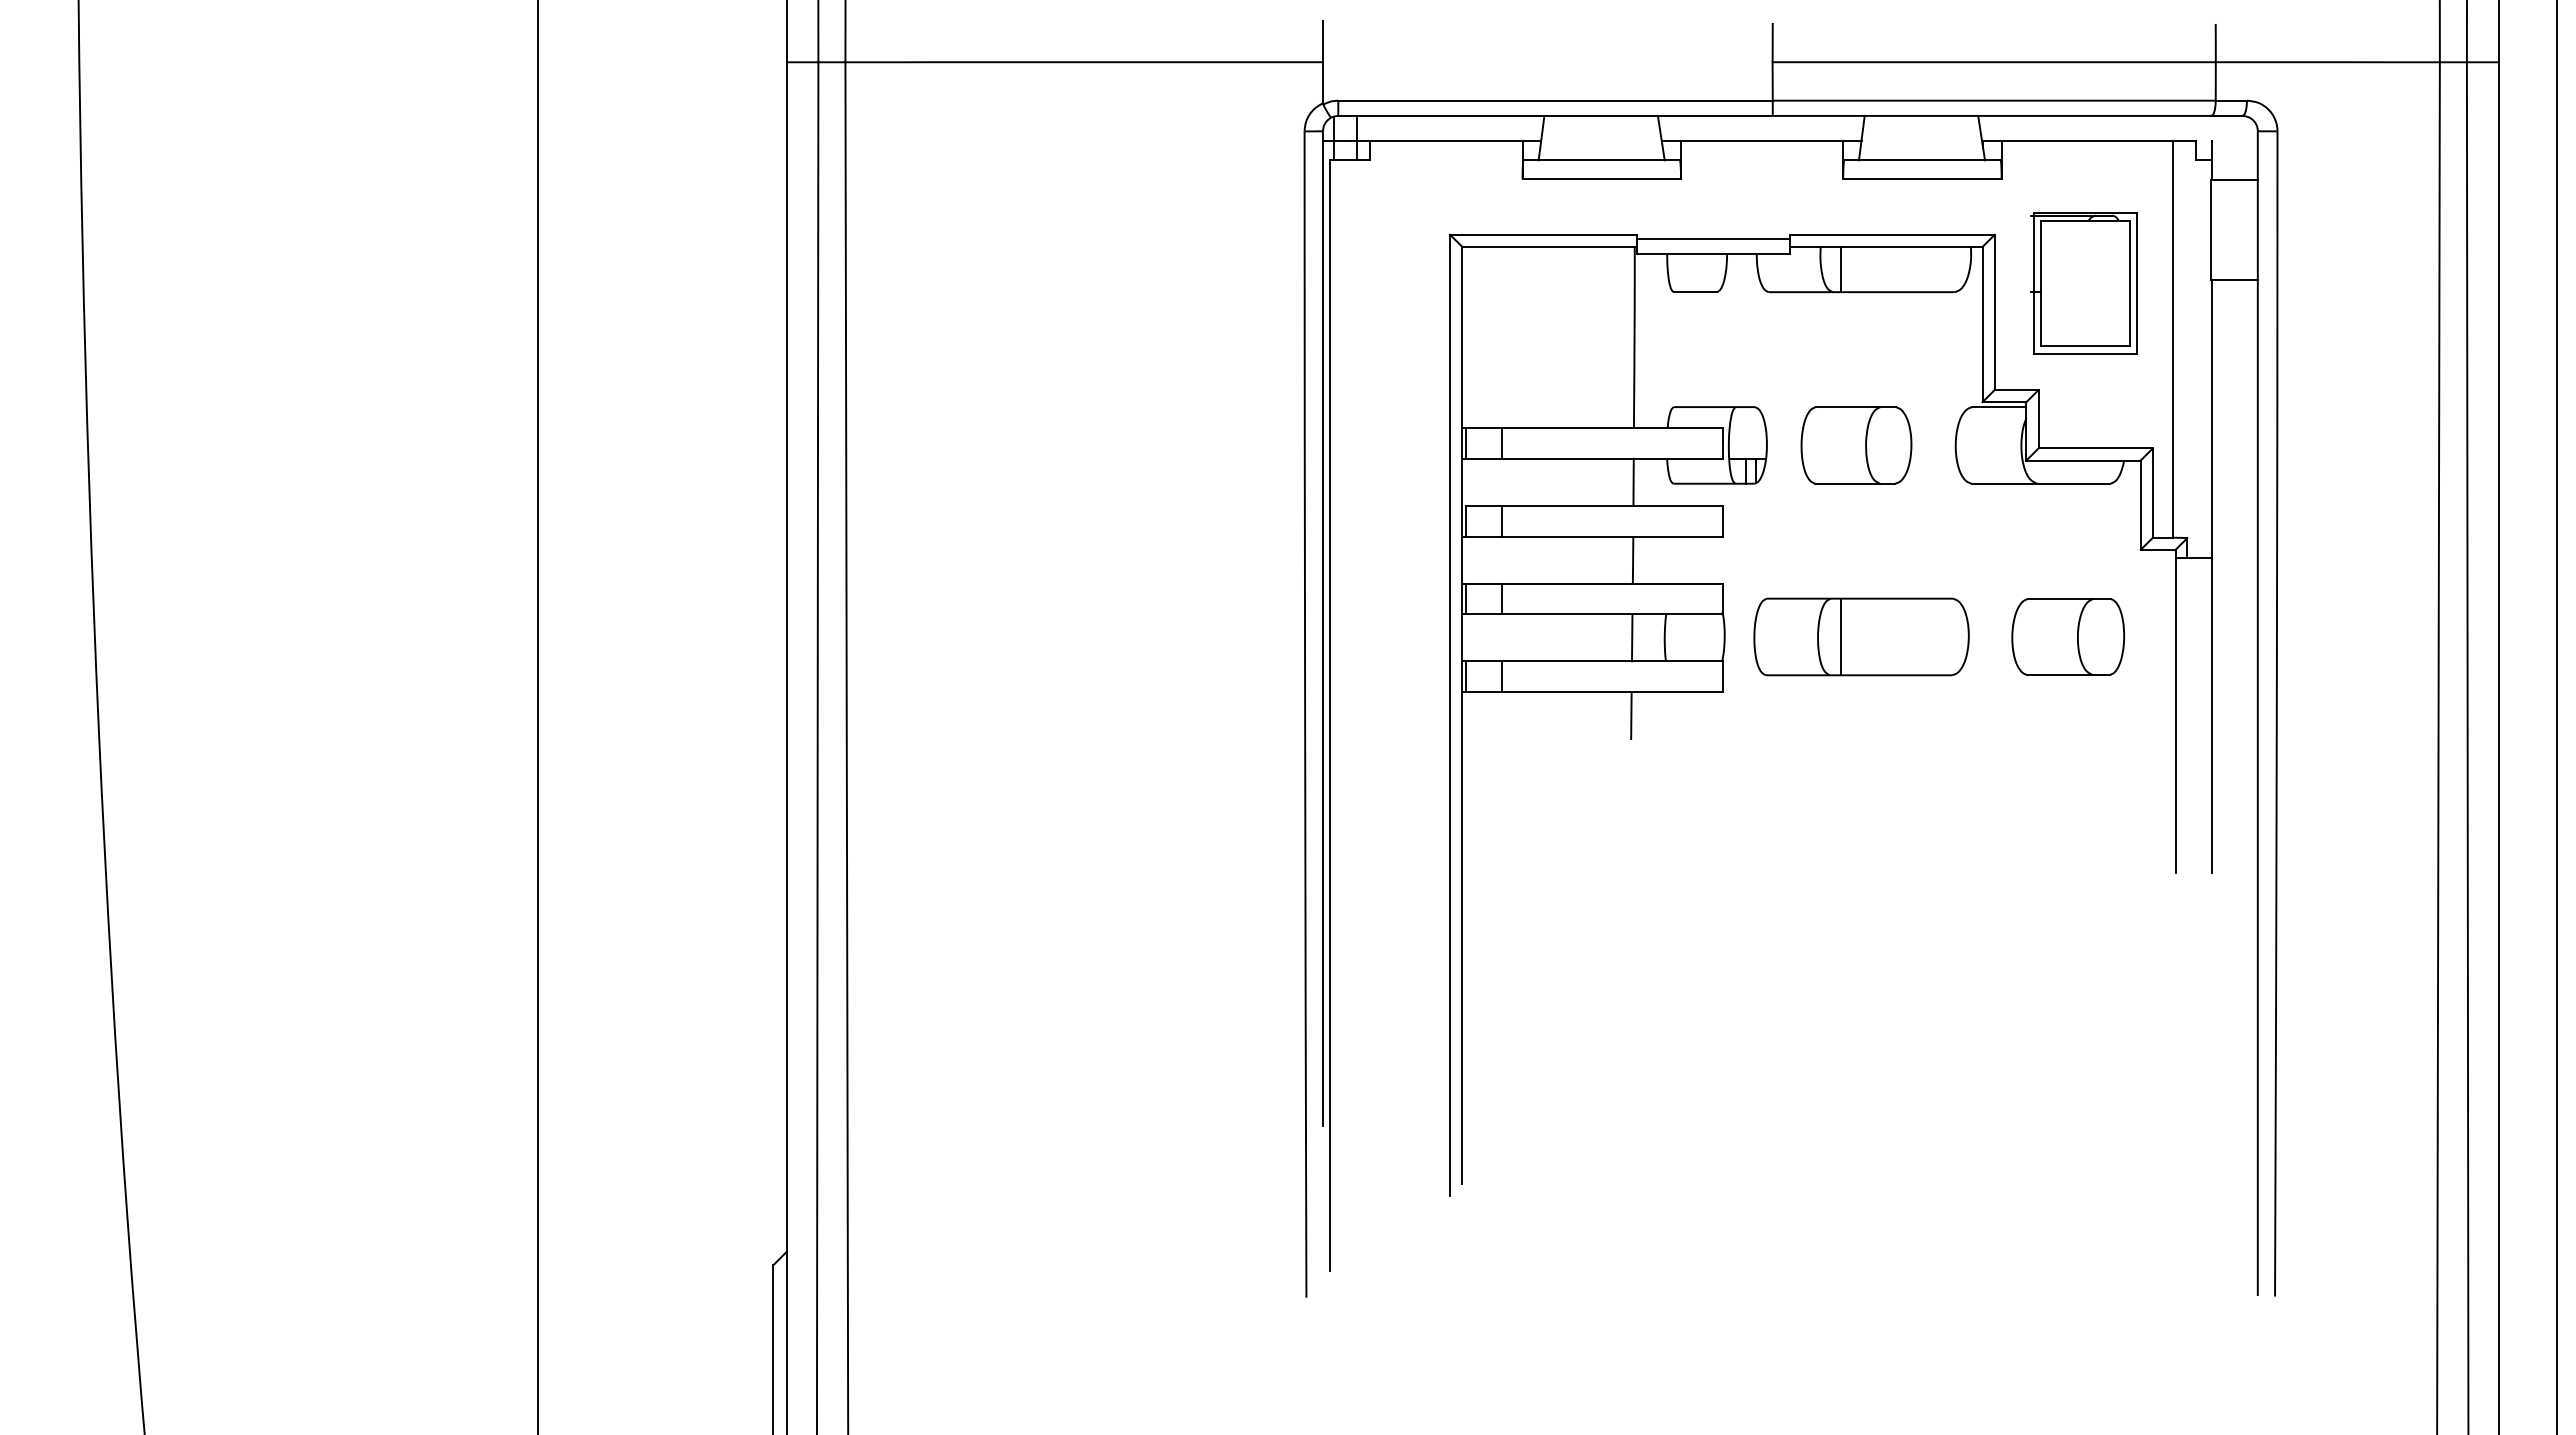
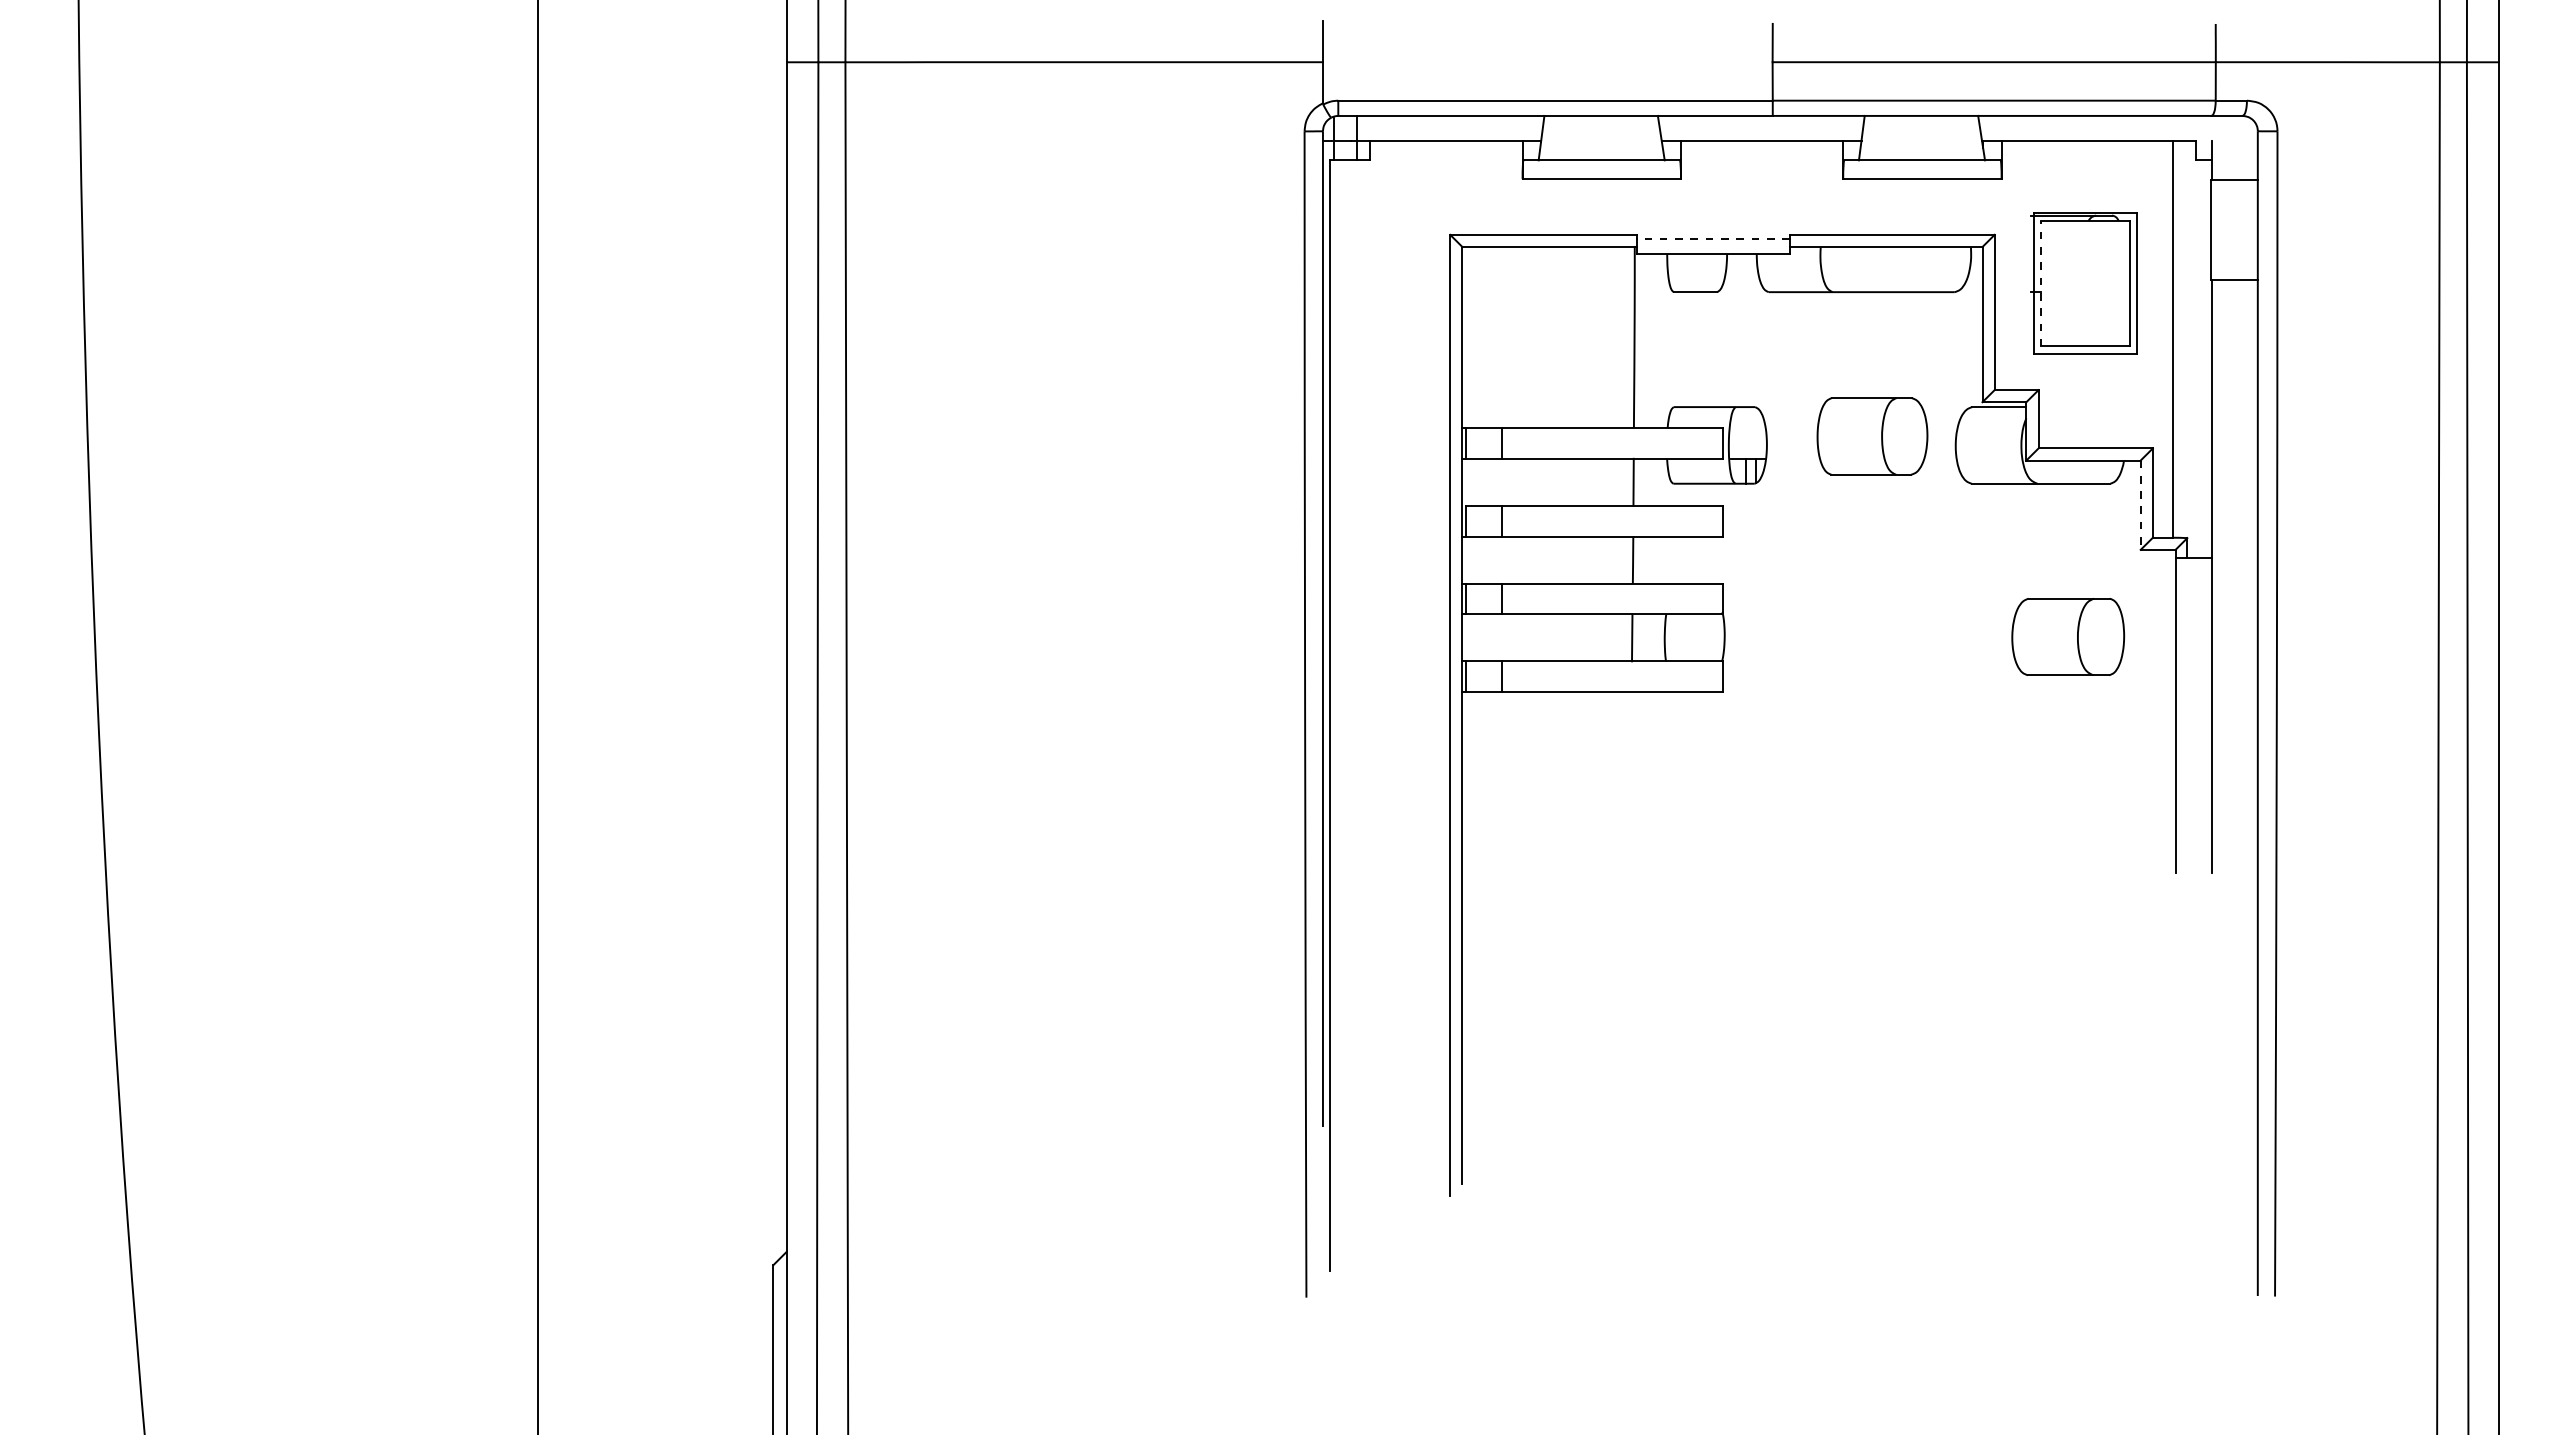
line at (1713, 238): solid -> dashed
line at (1841, 269): present -> none
line at (2041, 283): solid -> dashed
part at (1856, 445) position: (1856, 445) -> (1872, 436)
line at (2140, 505): solid -> dashed
part at (1861, 636): present -> none
line at (1631, 715): present -> none
line at (2557, 716): present -> none
